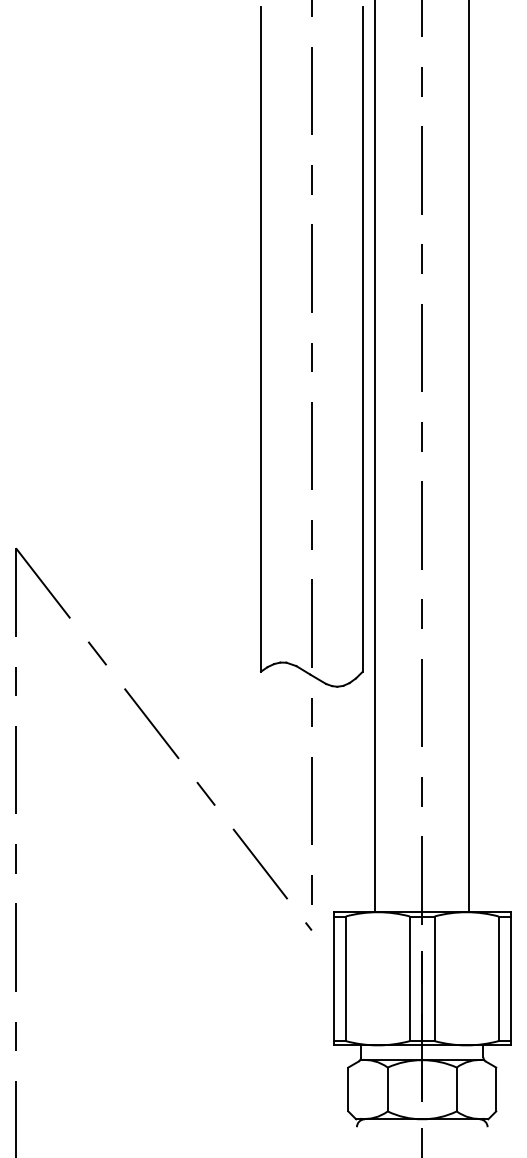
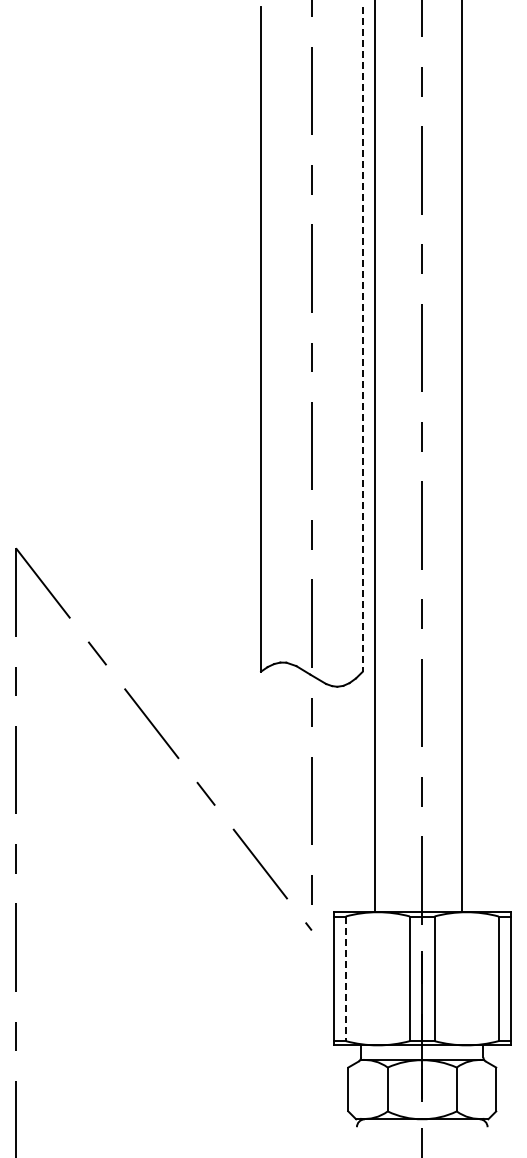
line at (362, 339): solid -> dashed
line at (469, 457) position: (469, 457) -> (462, 457)
line at (345, 979): solid -> dashed
